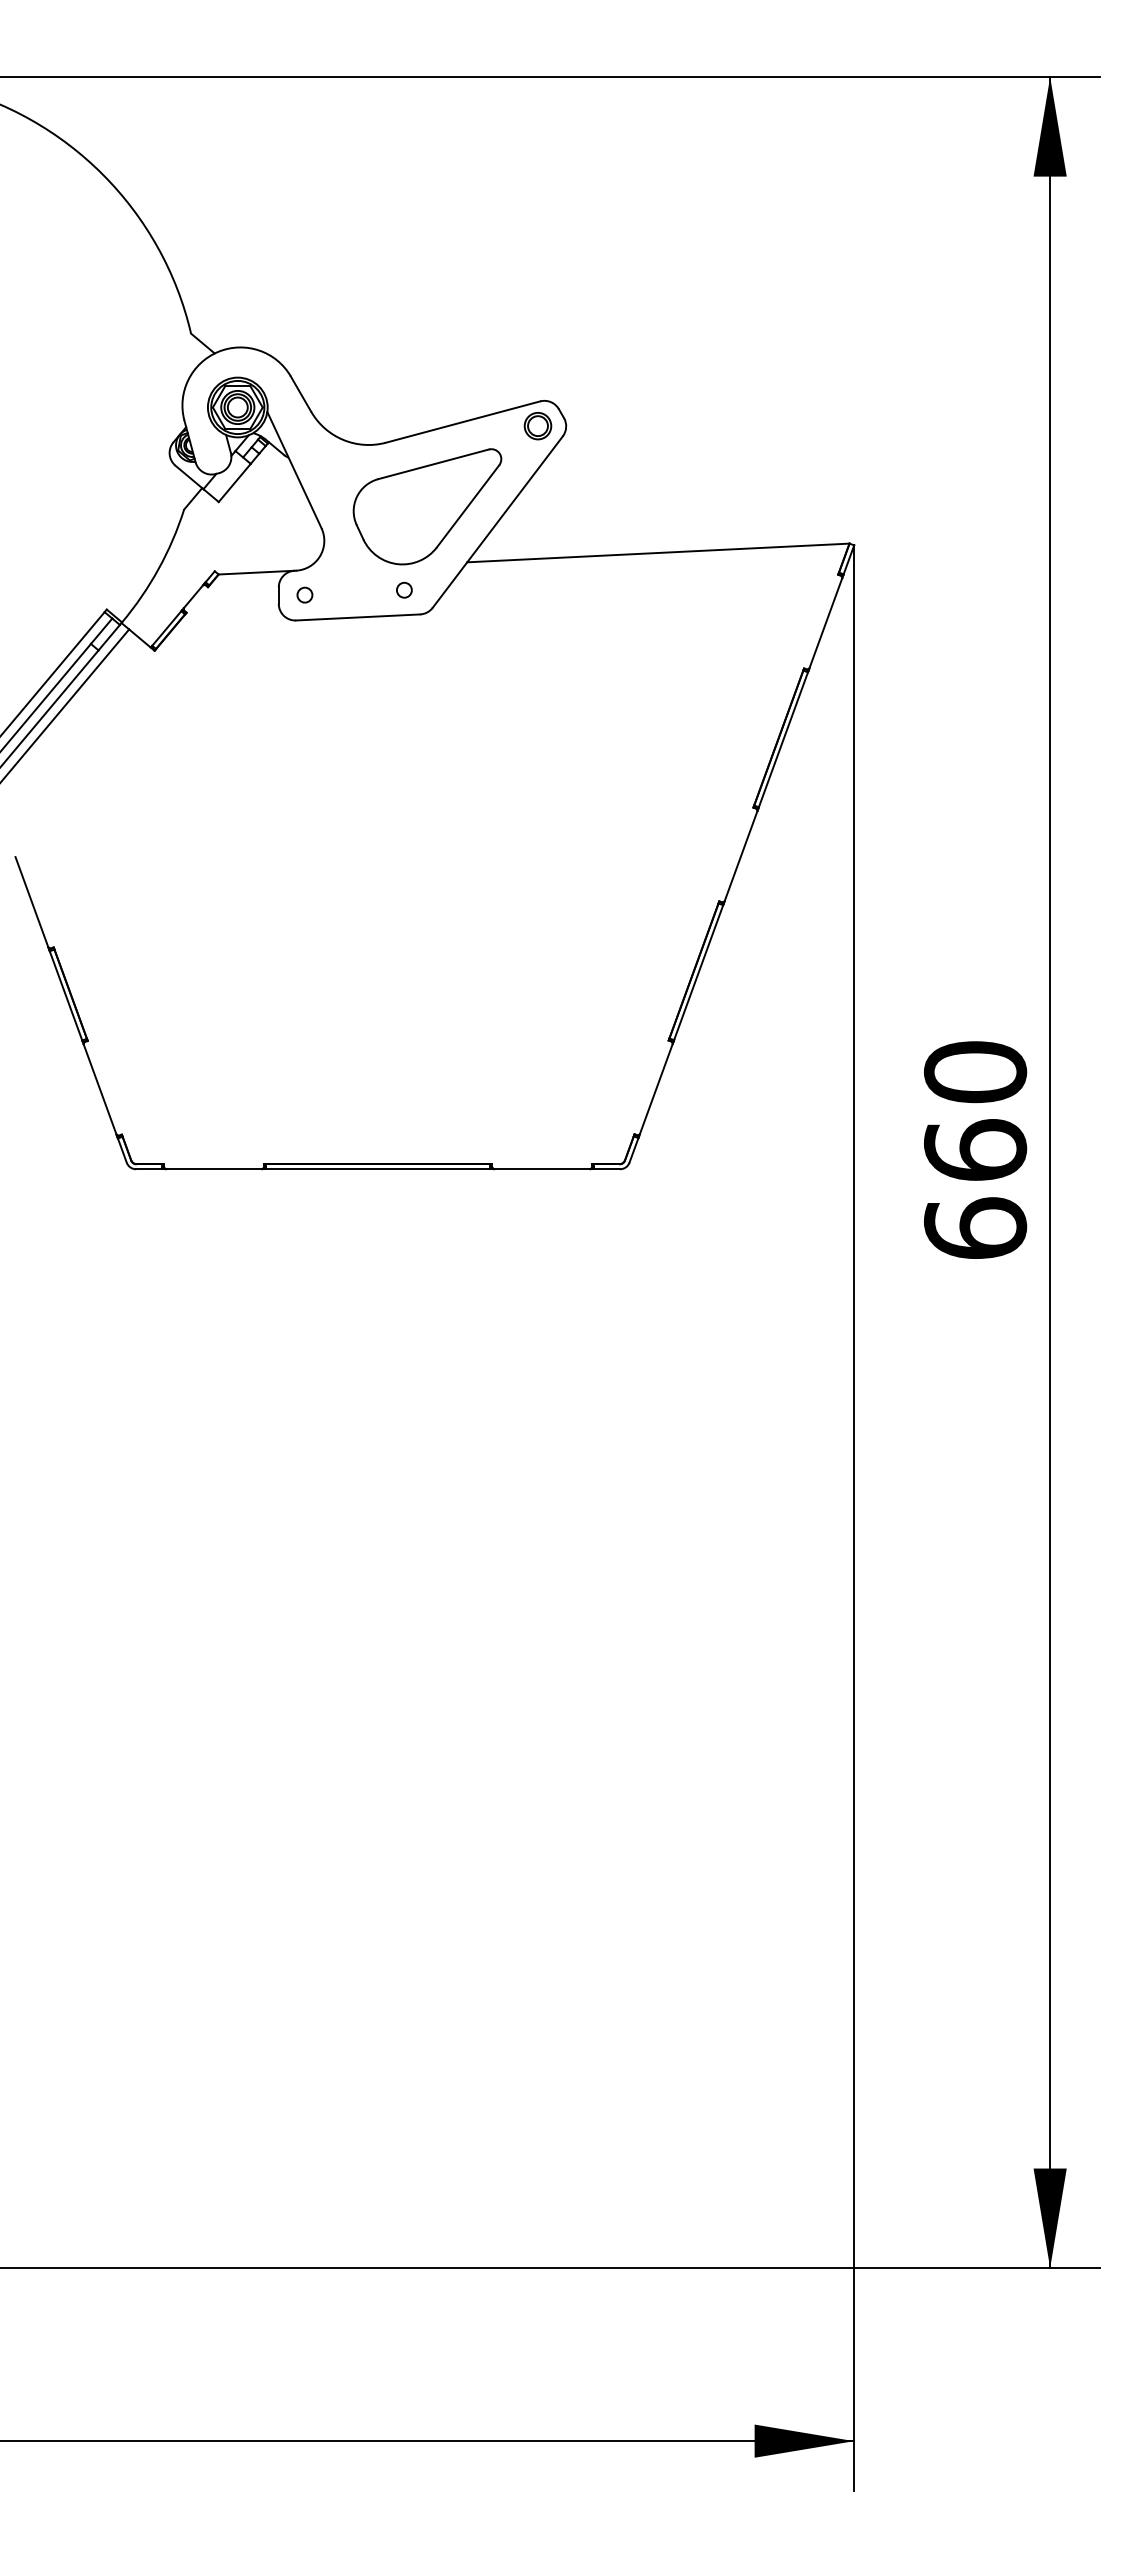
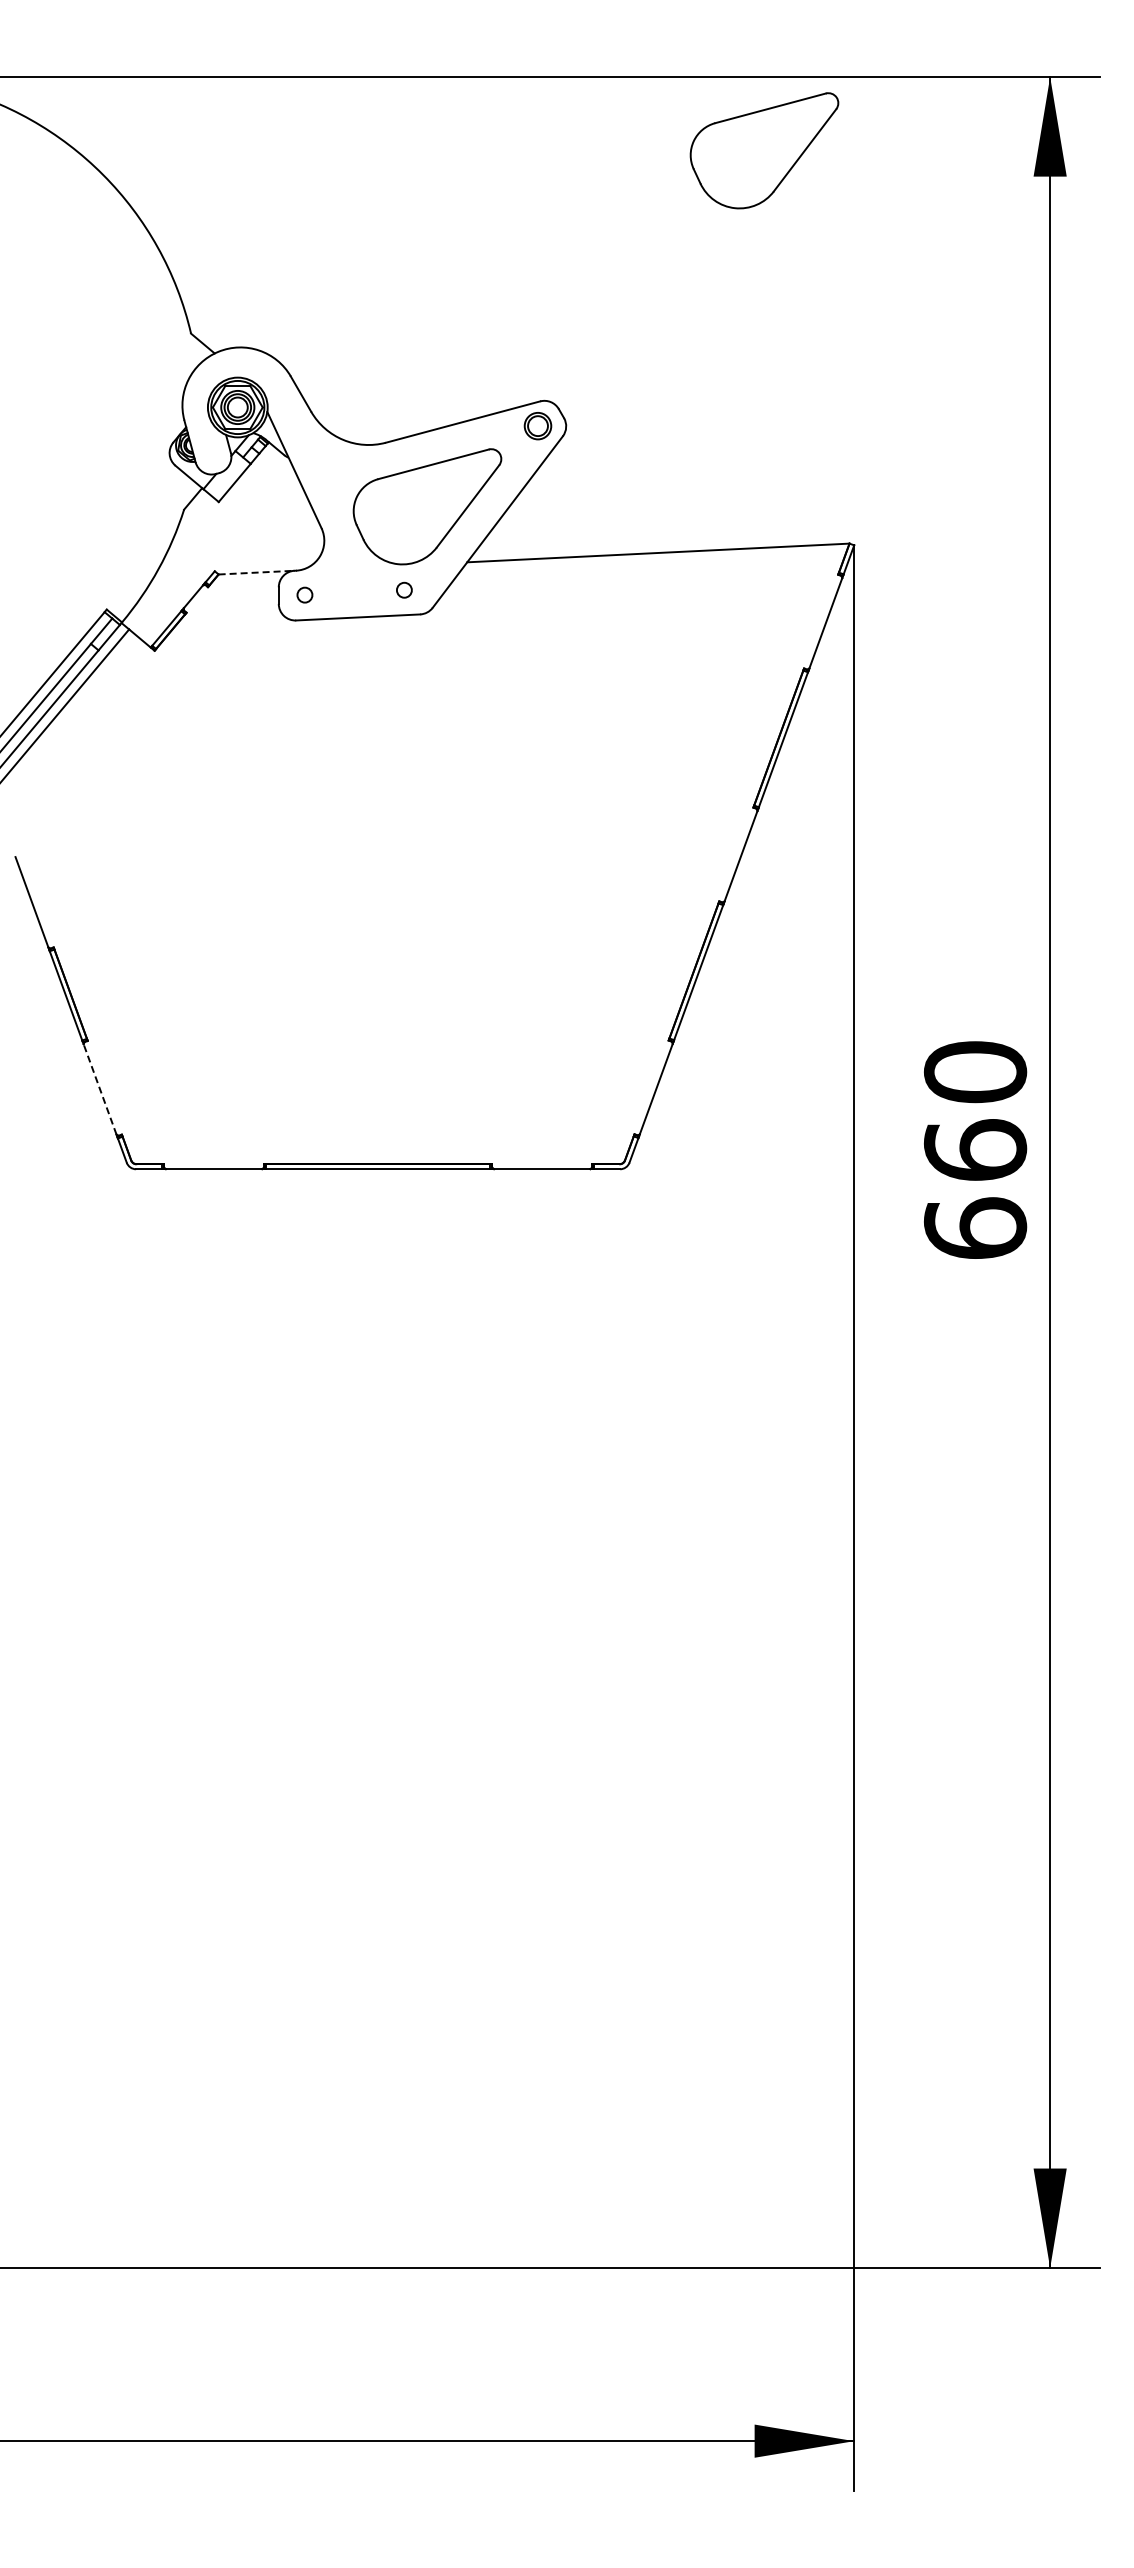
part at (764, 150): none -> present
line at (257, 572): solid -> dashed
line at (99, 1089): solid -> dashed
